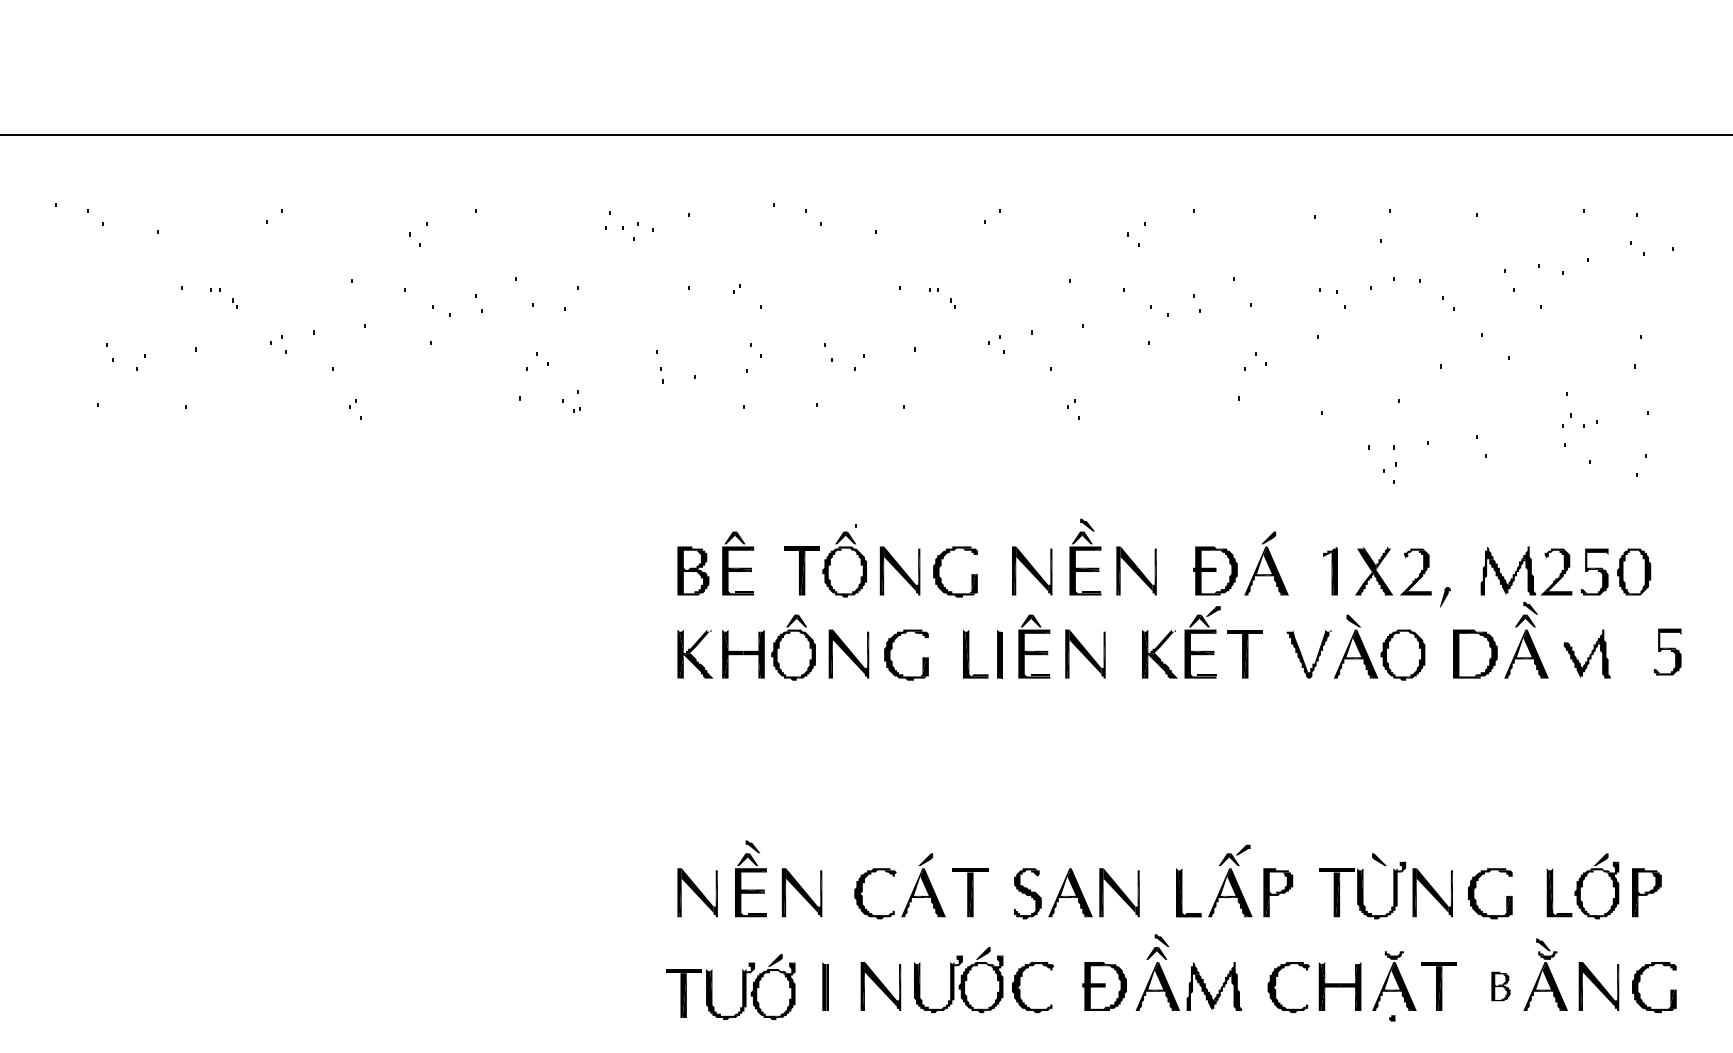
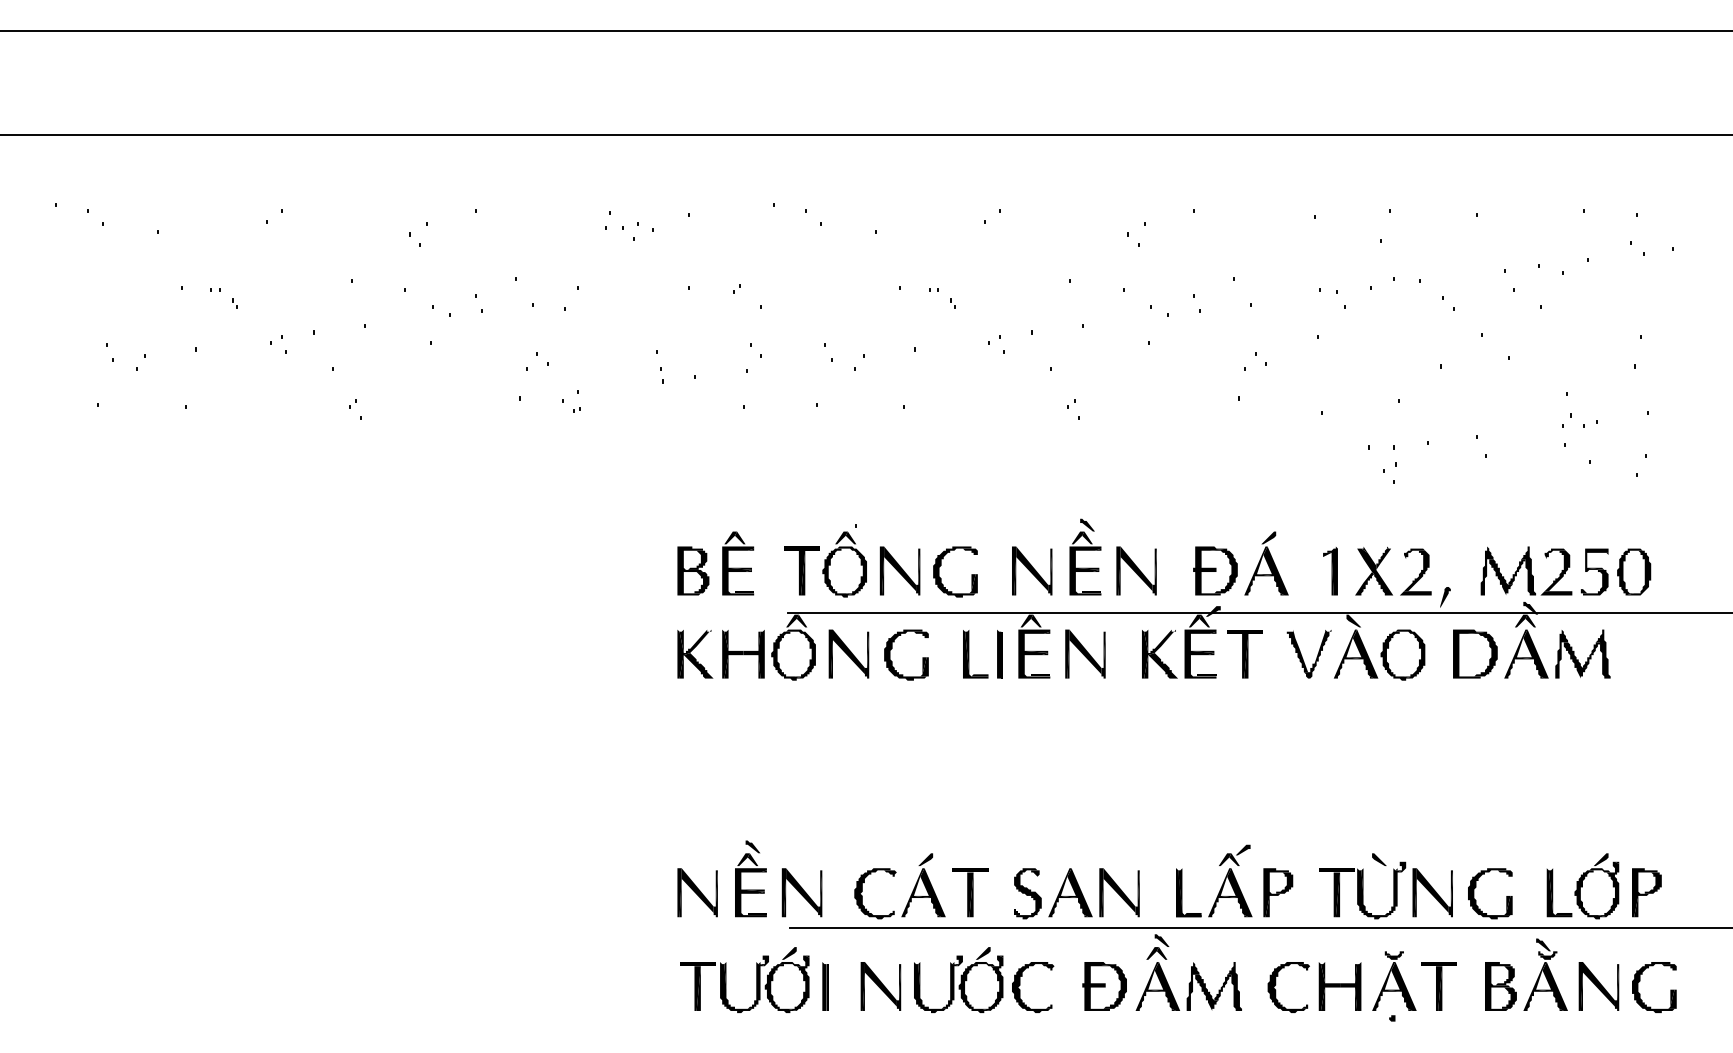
line at (865, 31): none -> present
line at (1258, 612): none -> present
part at (1667, 651): present -> none
fill at (1560, 653): none -> present
line at (1259, 927): none -> present
part at (742, 986) position: (742, 986) -> (756, 979)
part at (1500, 986) size: 20x31 px -> 32x49 px
